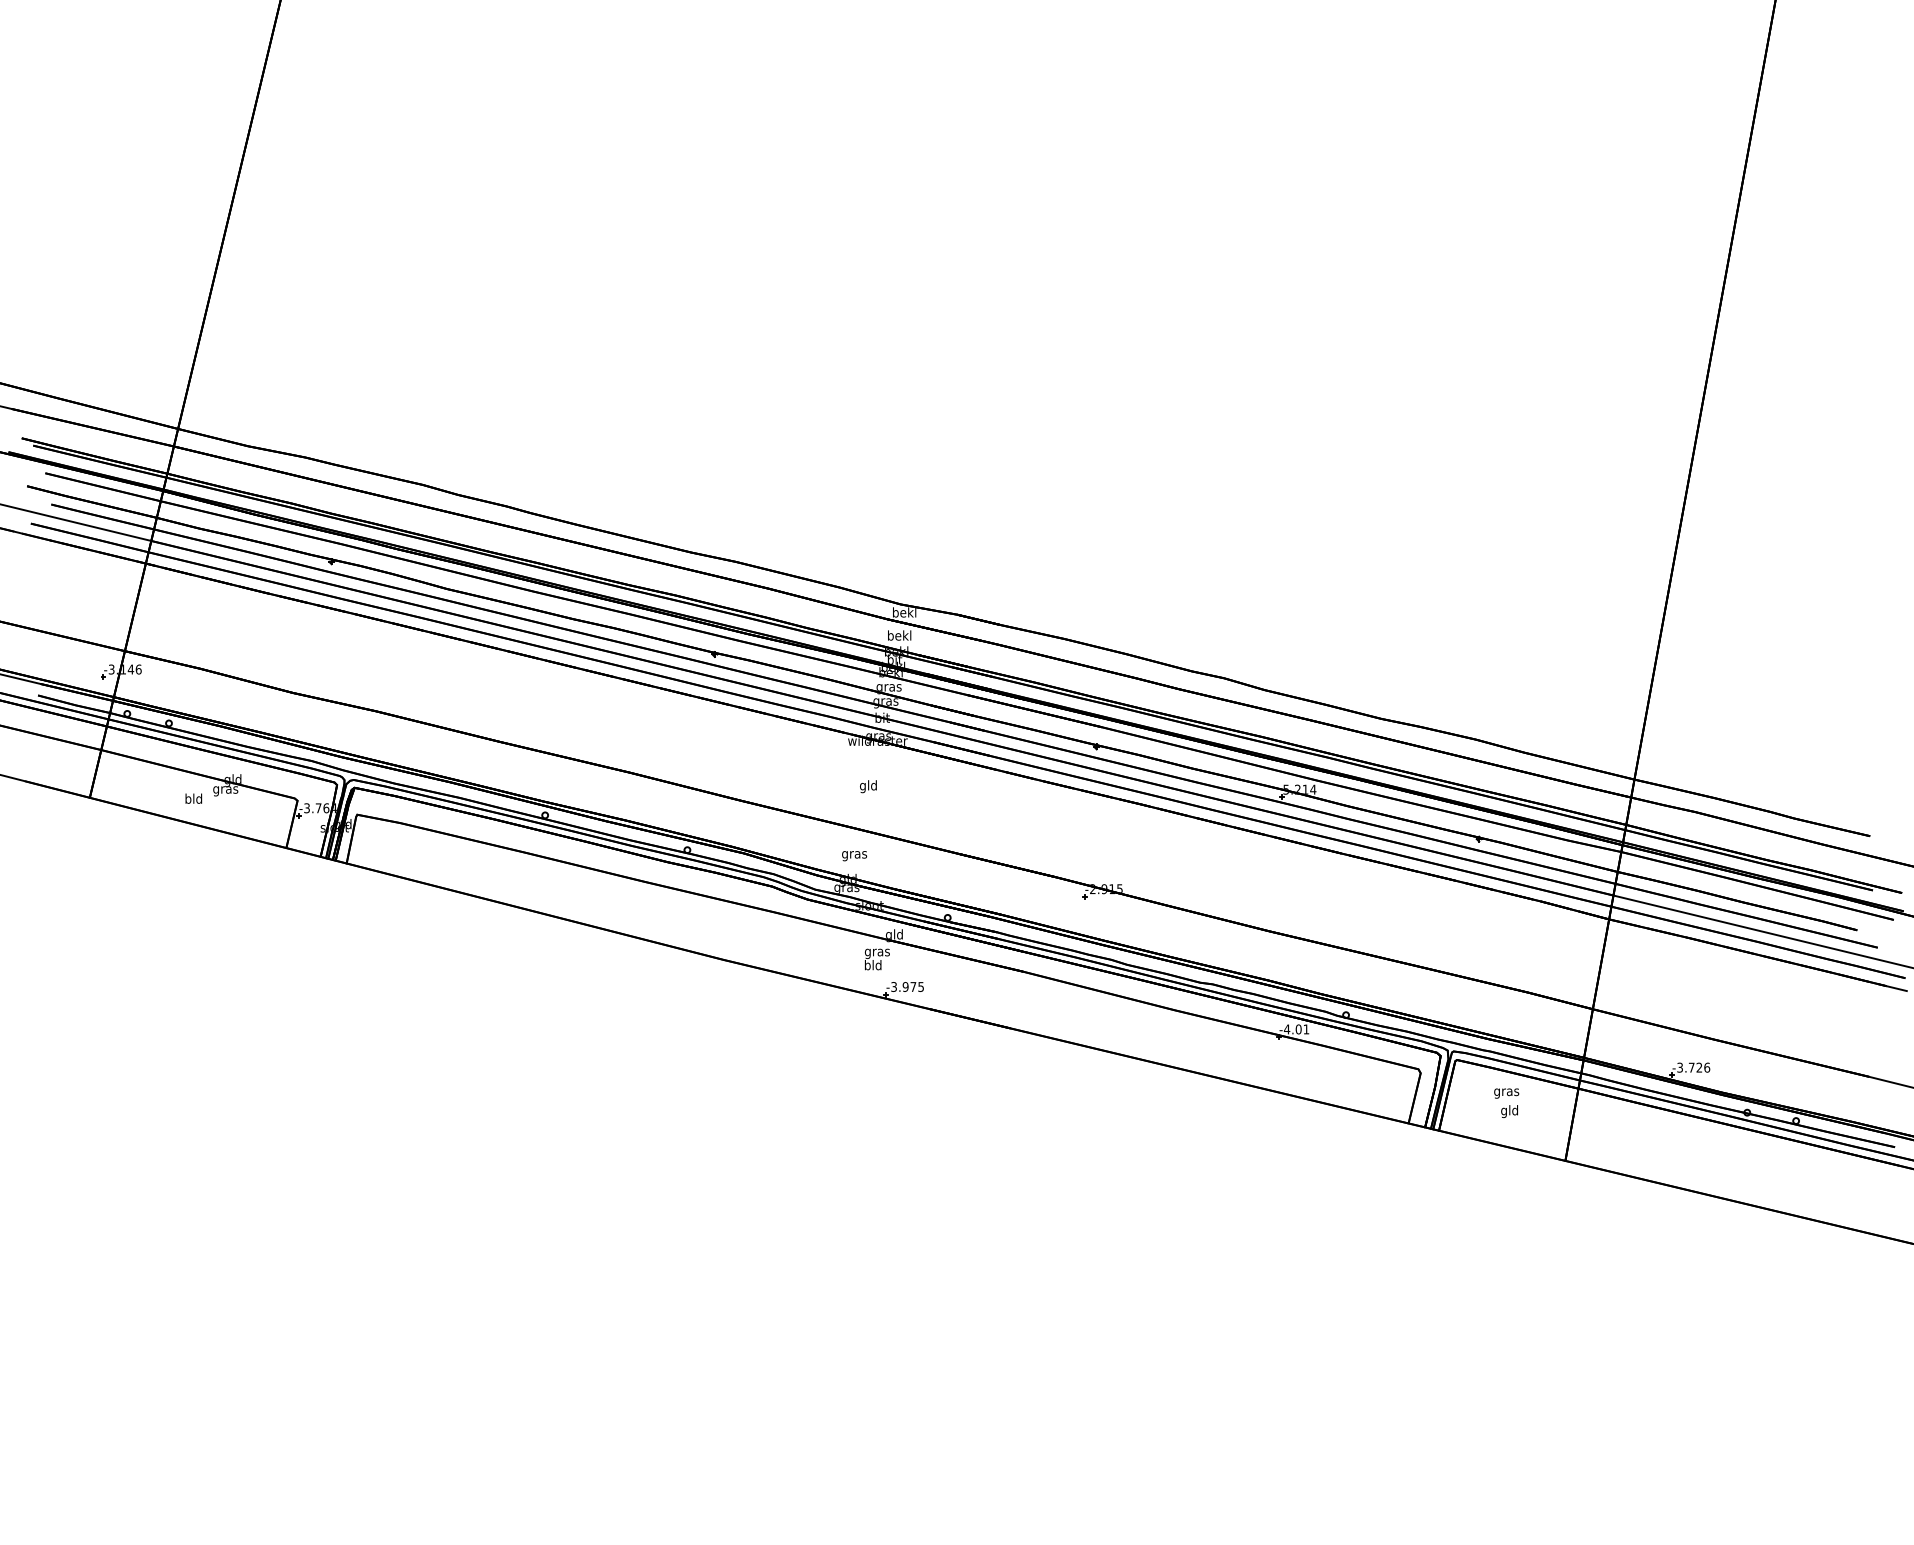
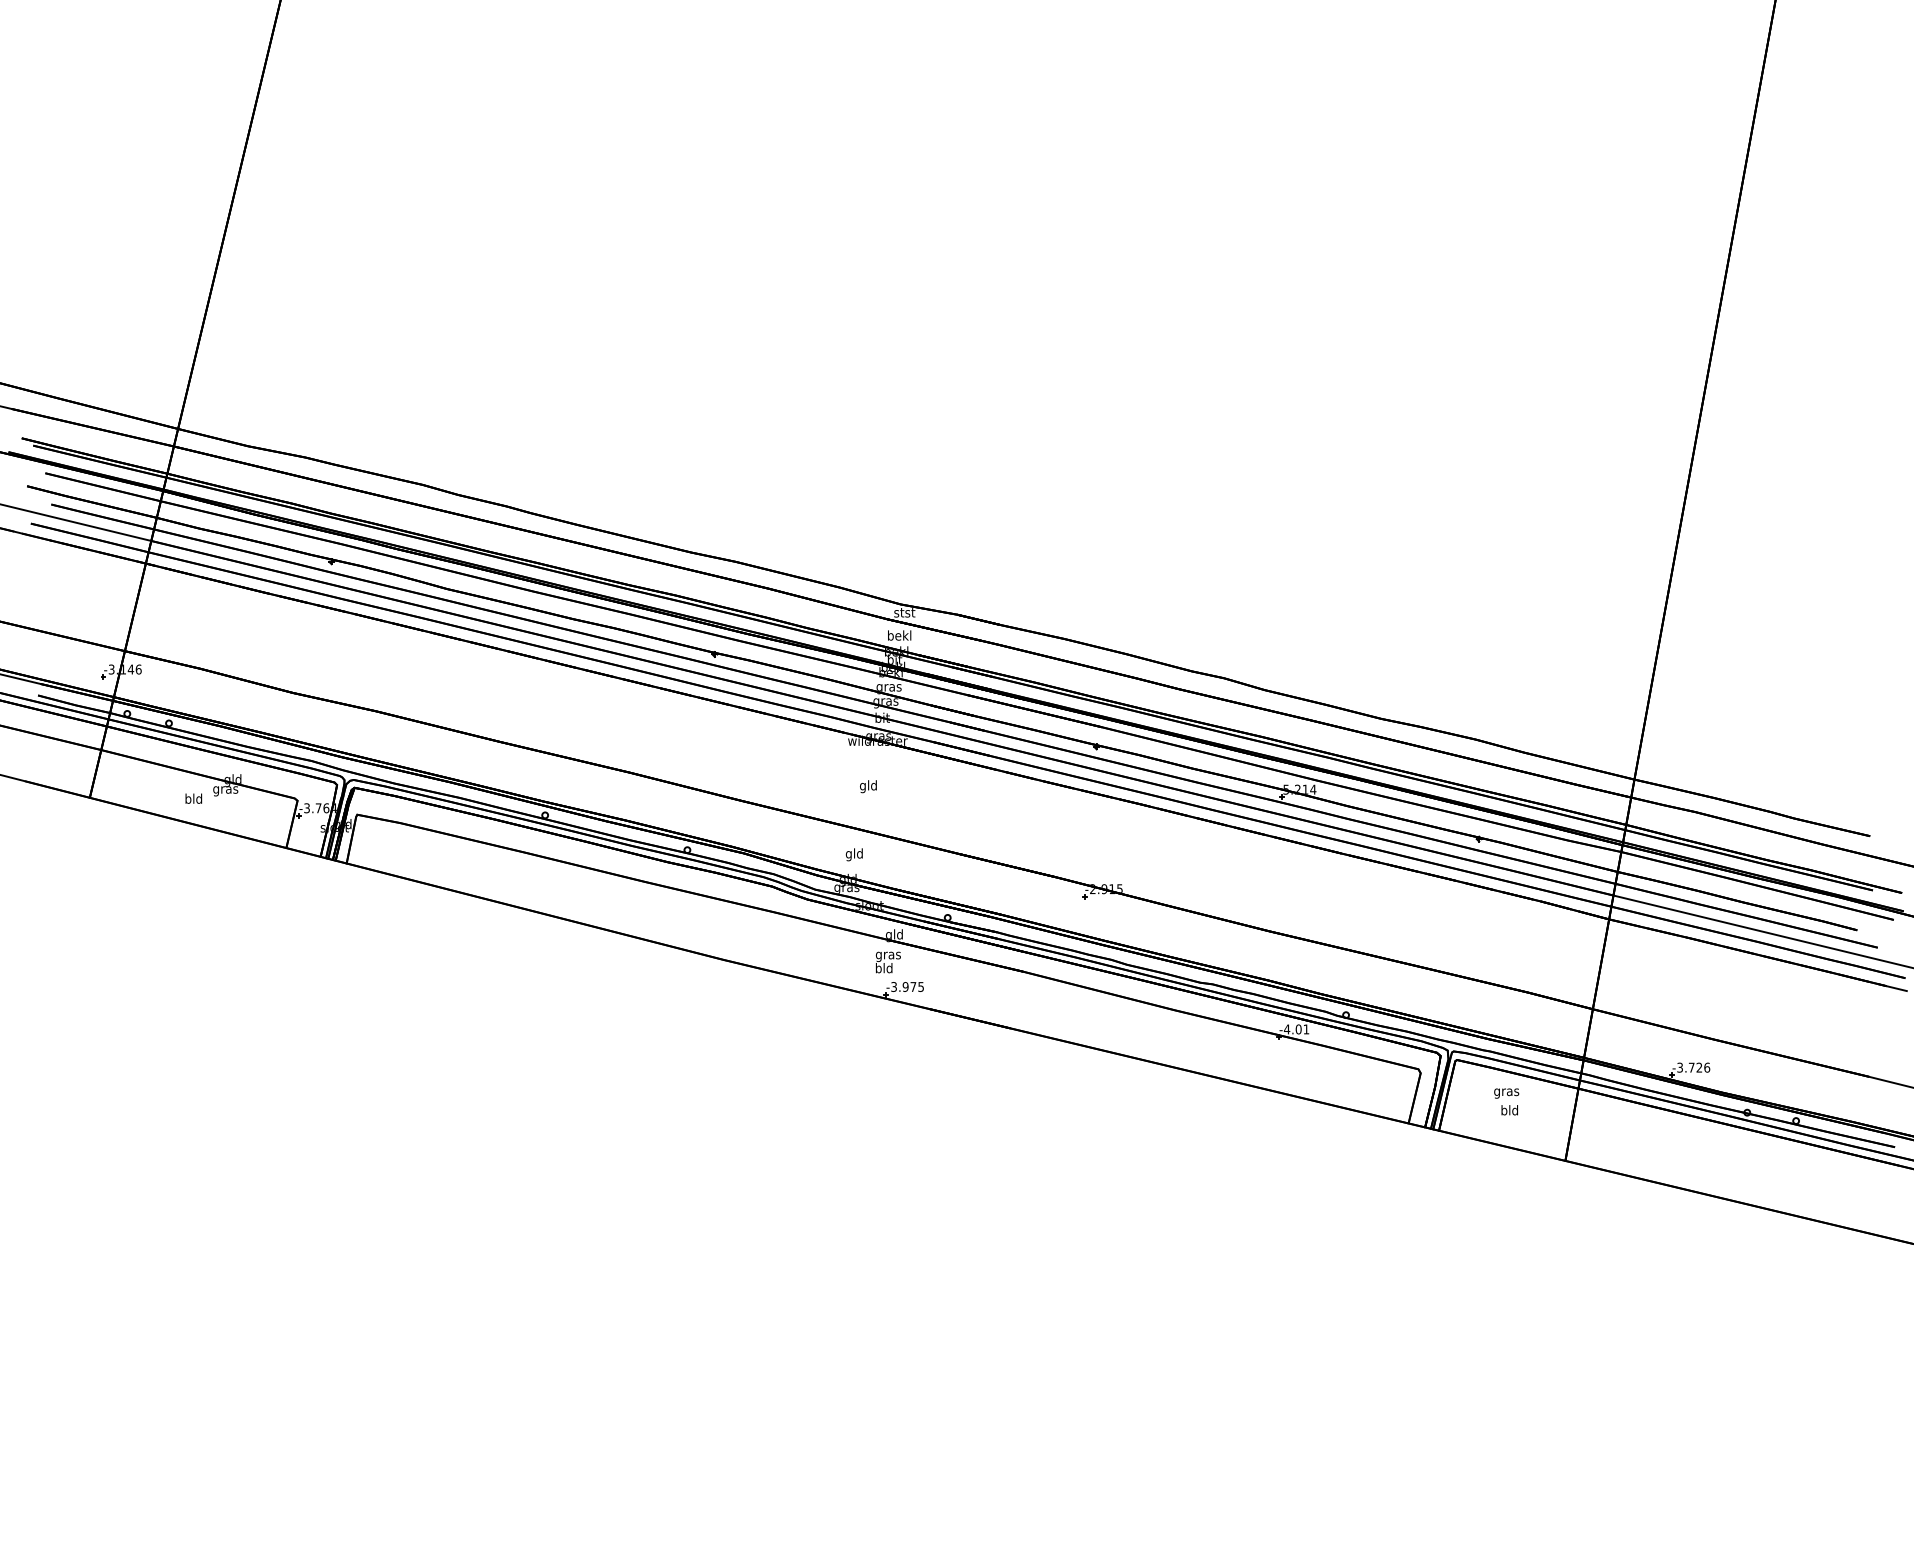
text at (904, 612): bekl -> stst
text at (854, 854): gras -> gld
text at (876, 959) position: (876, 959) -> (887, 962)
text at (1504, 1111): gld -> bld
